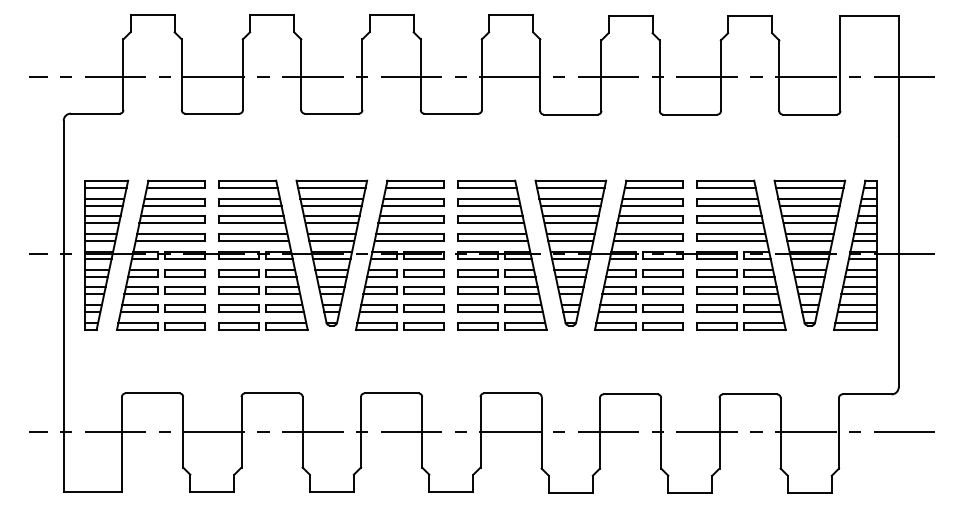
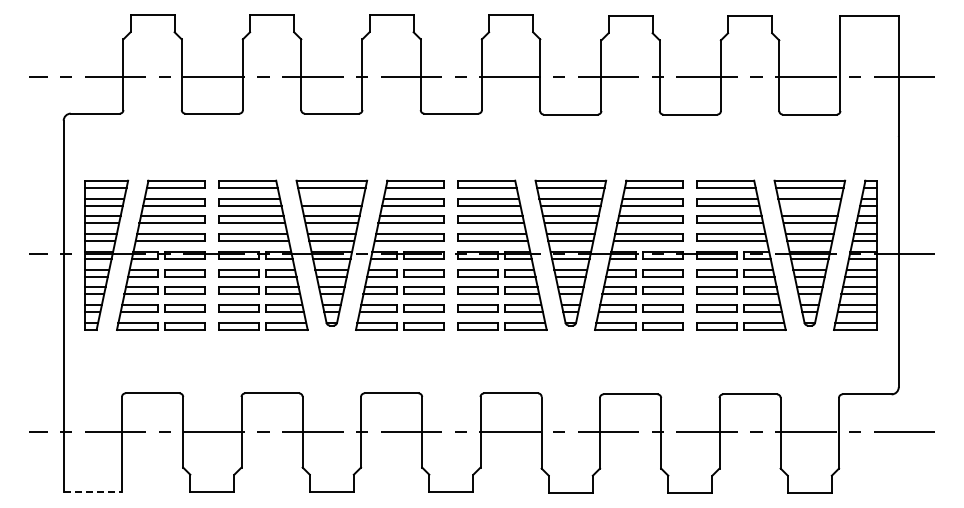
line at (331, 198): present -> none
line at (809, 205): present -> none
line at (93, 491): solid -> dashed
